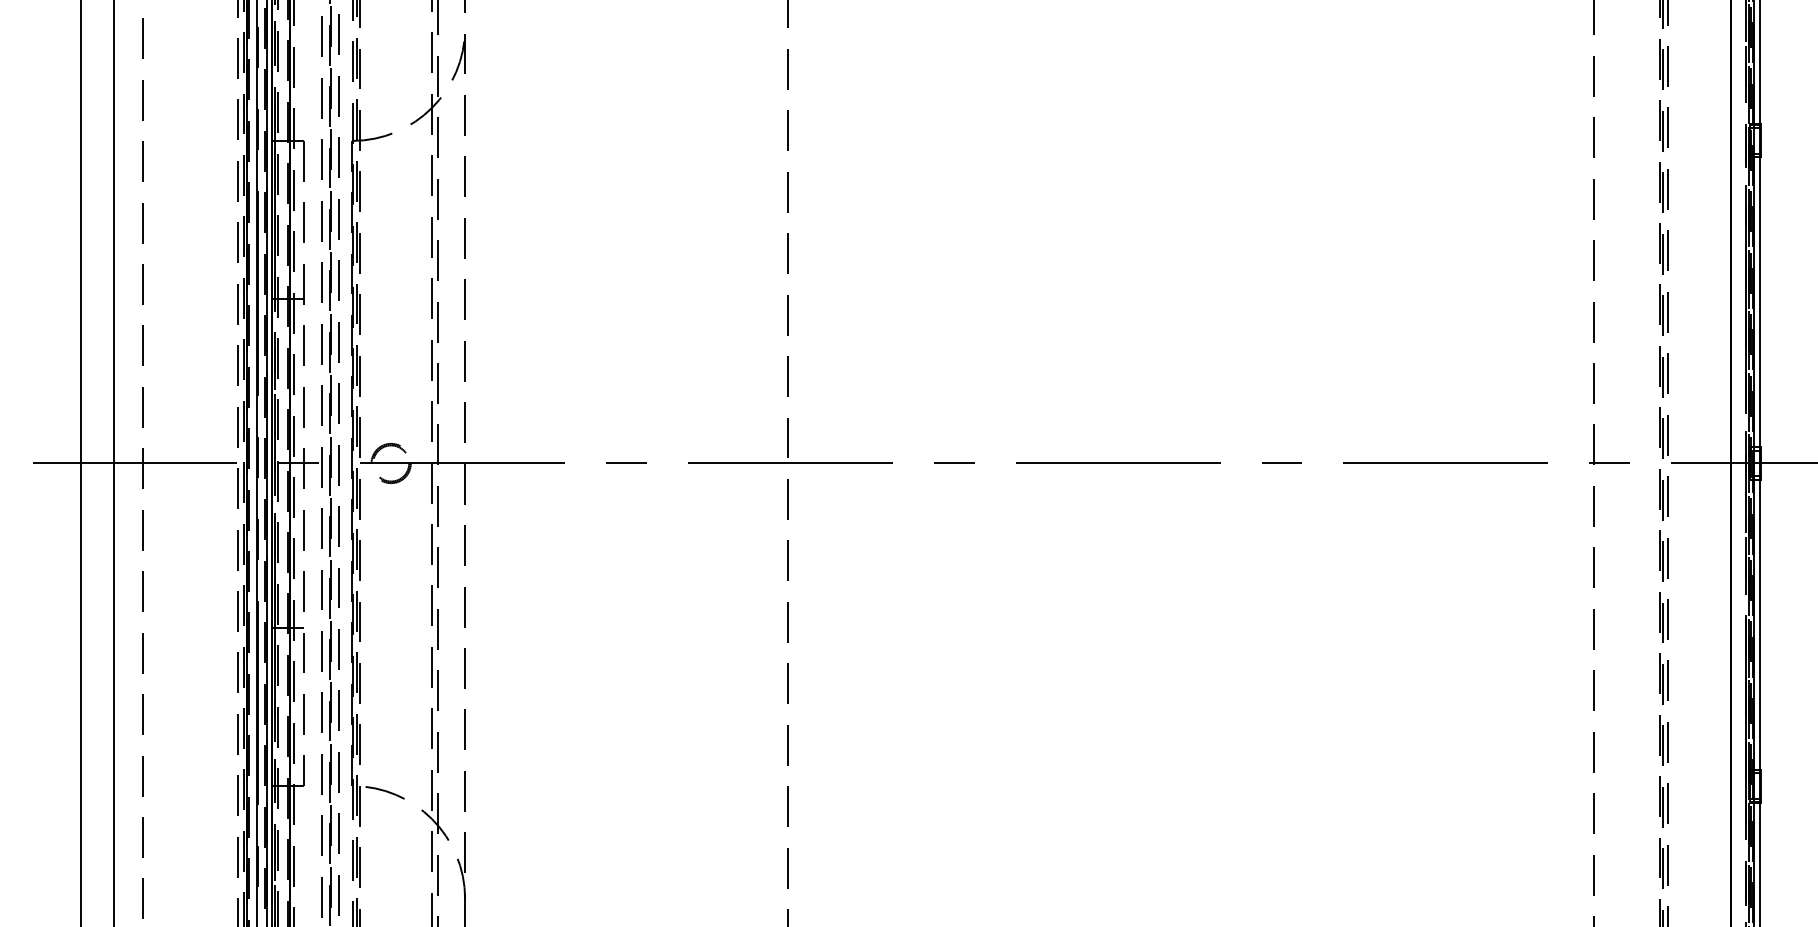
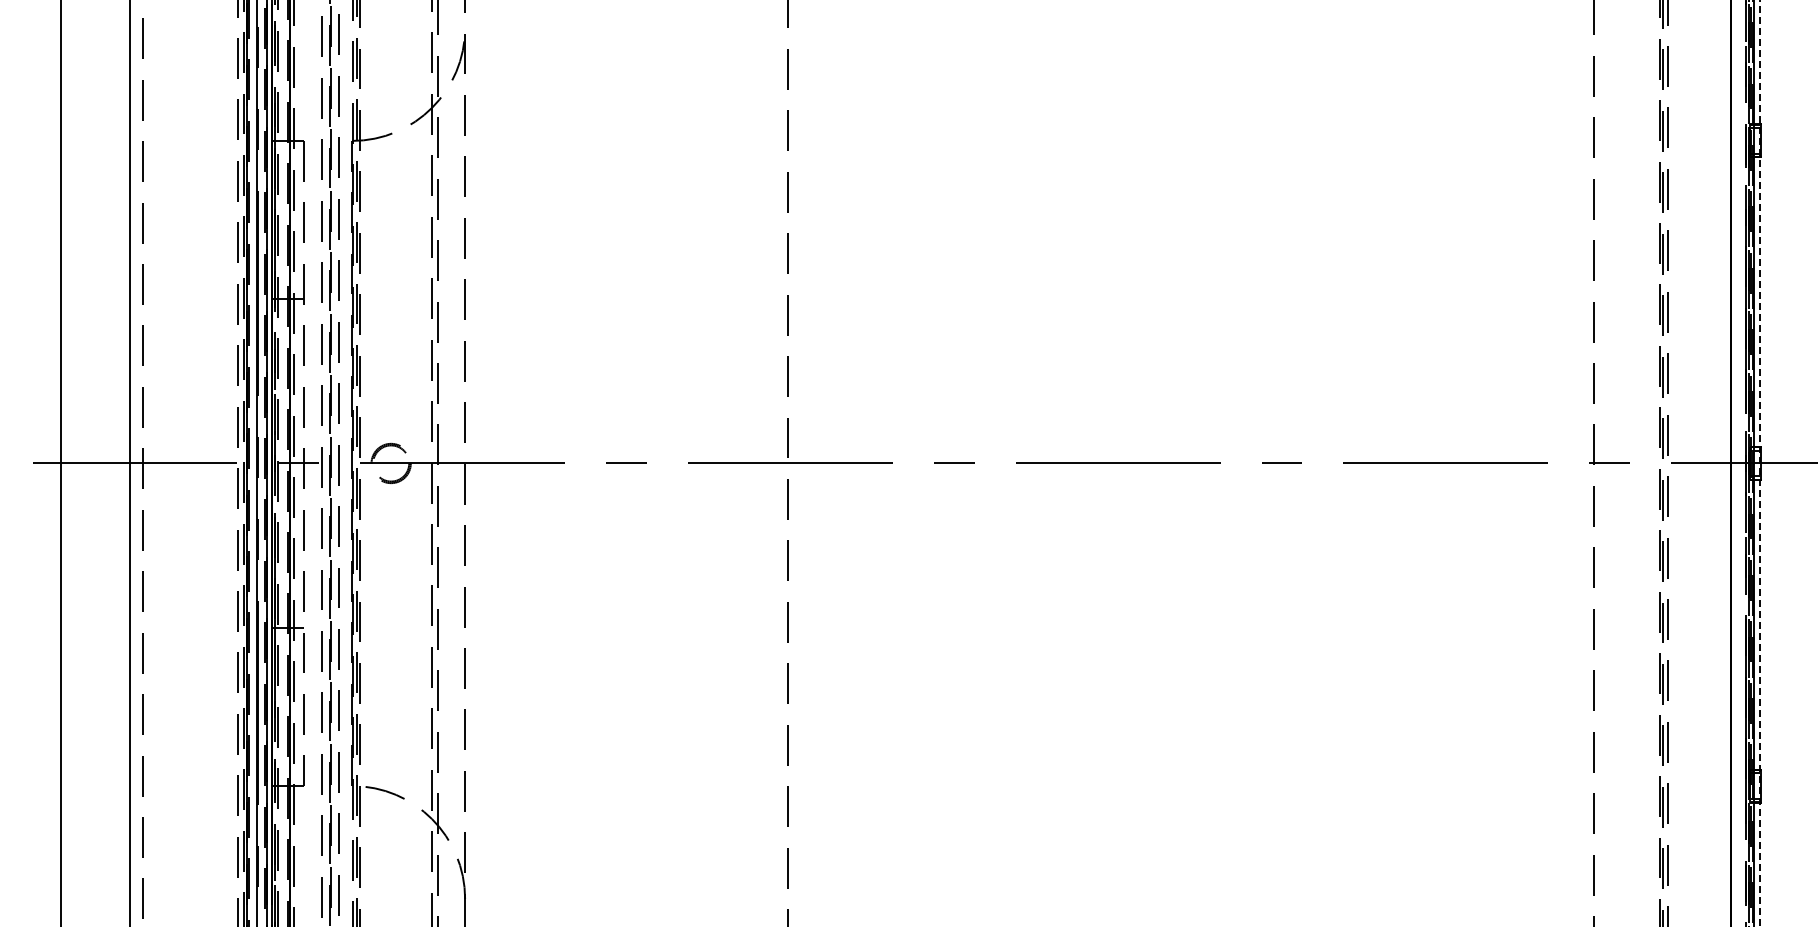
line at (81, 462) position: (81, 462) -> (61, 462)
line at (113, 462) position: (113, 462) -> (129, 462)
line at (1760, 462): solid -> dashed
